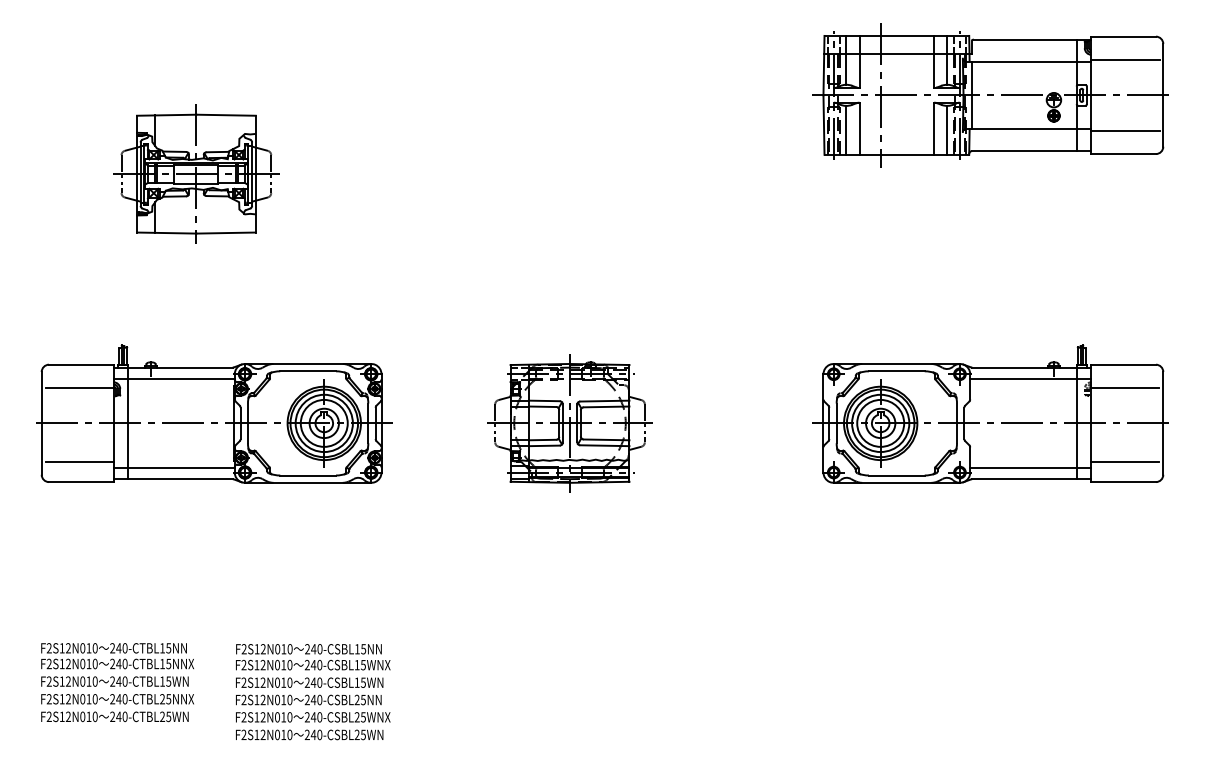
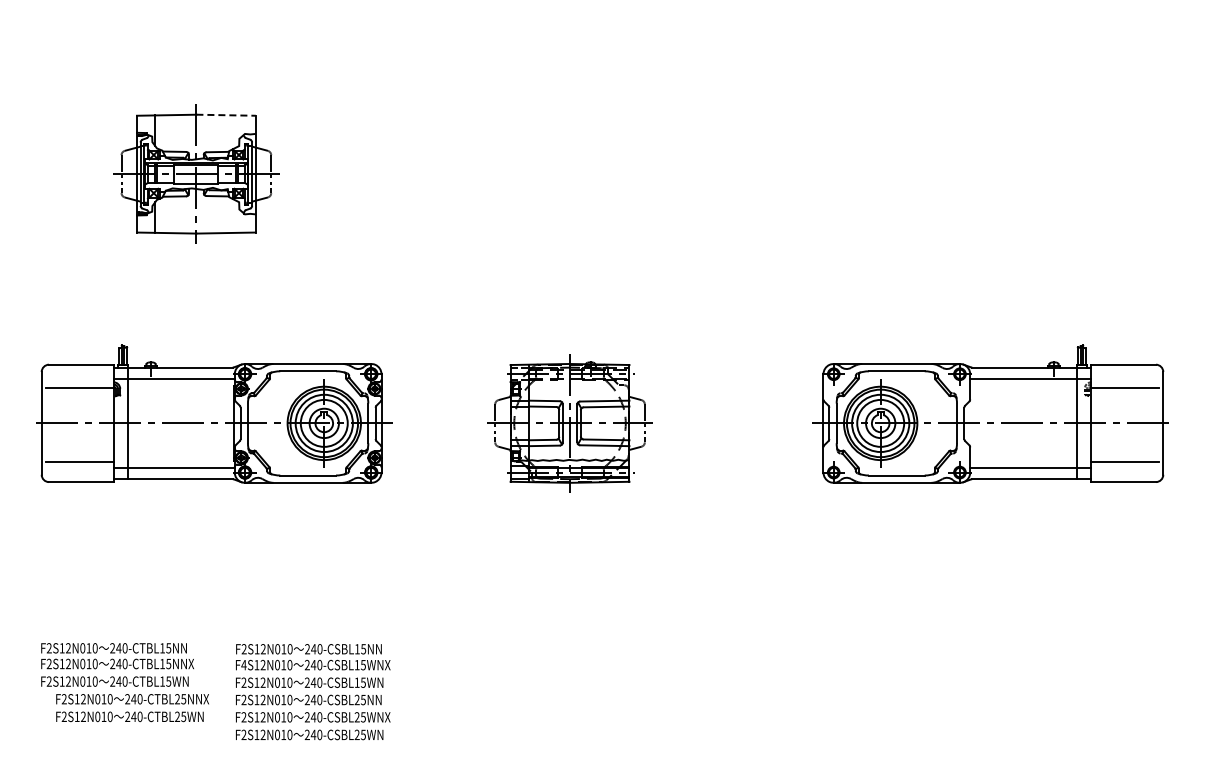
part at (990, 95): present -> none
line at (226, 115): solid -> dashed
text at (243, 664): F2S12N010 -> F4S12N010
text at (117, 708) position: (117, 708) -> (132, 708)
